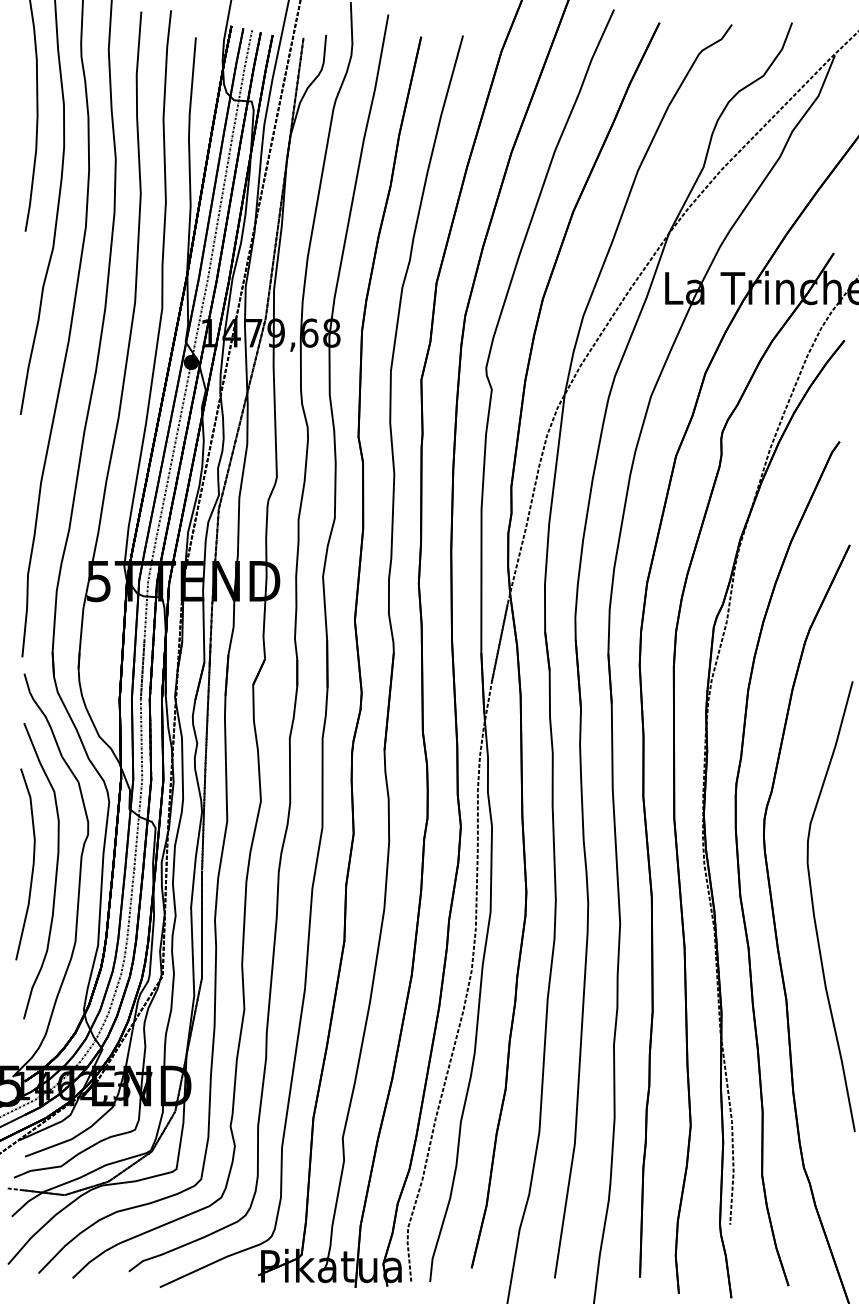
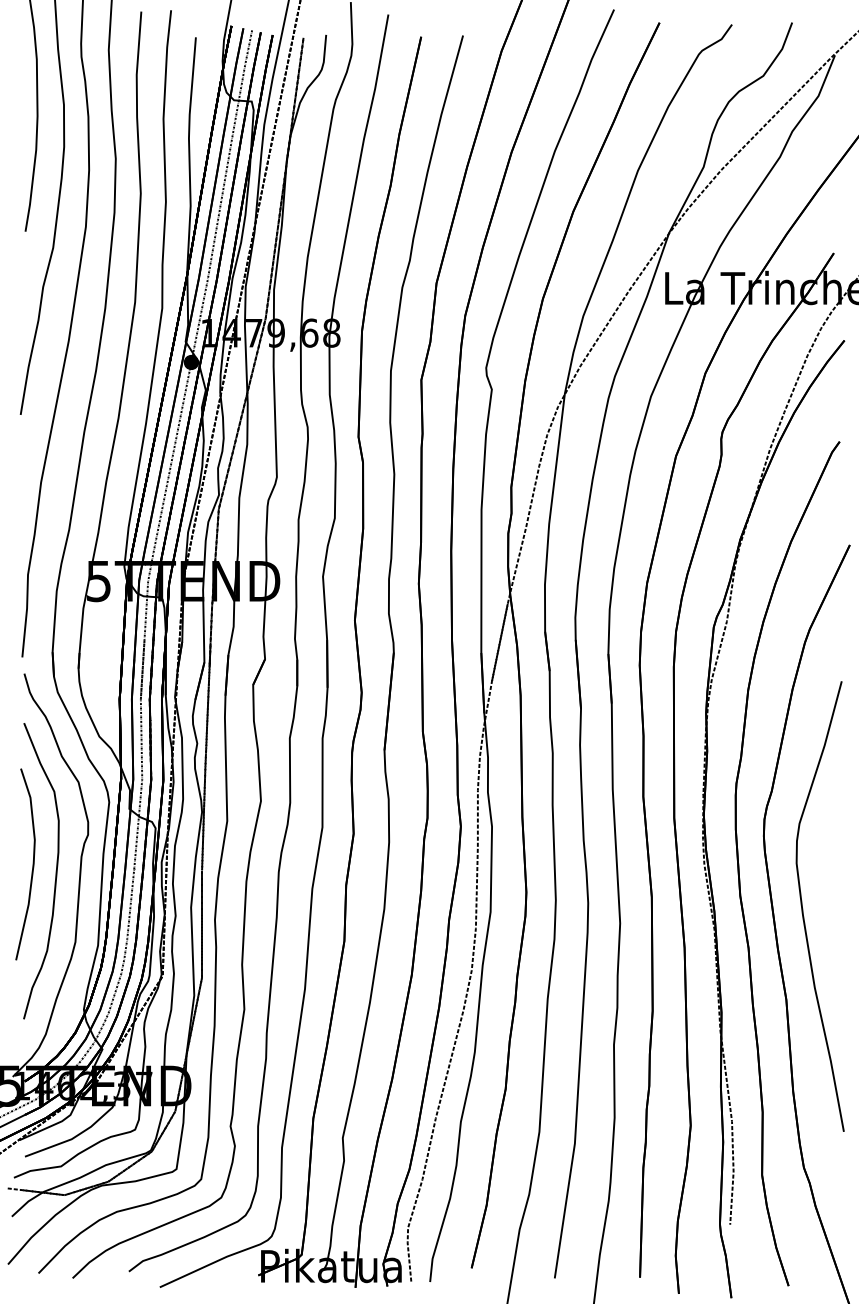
curve at (814, 908) position: (814, 908) -> (803, 908)
